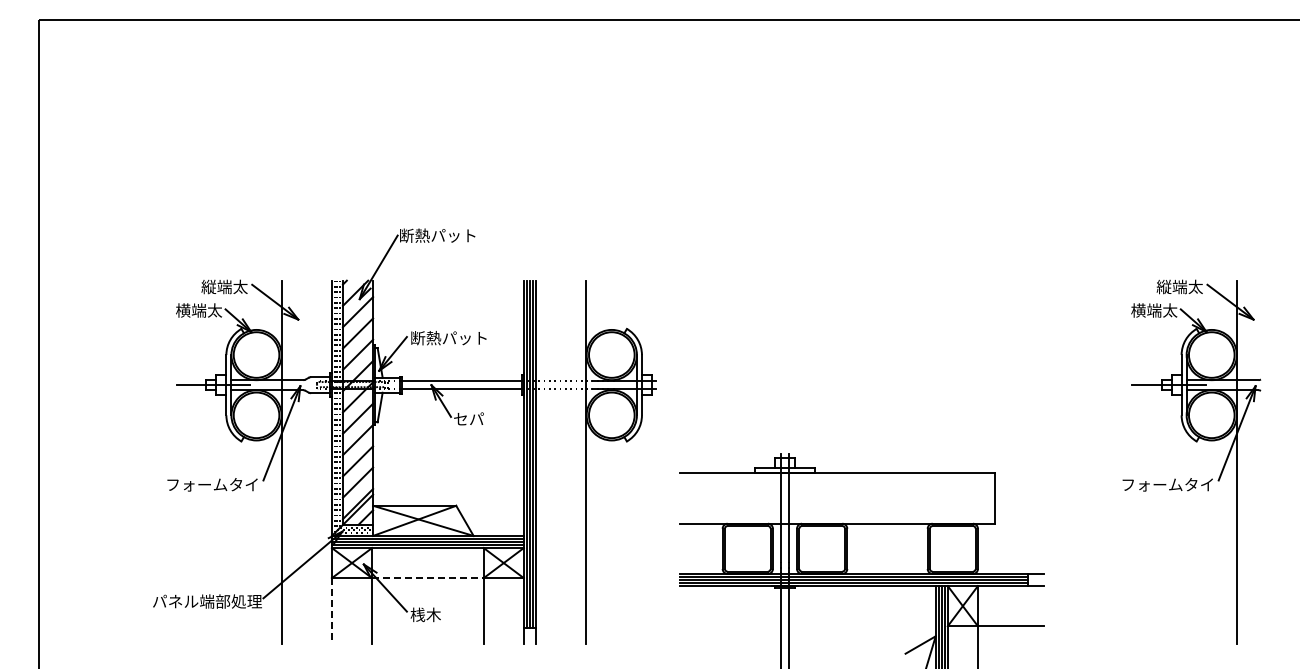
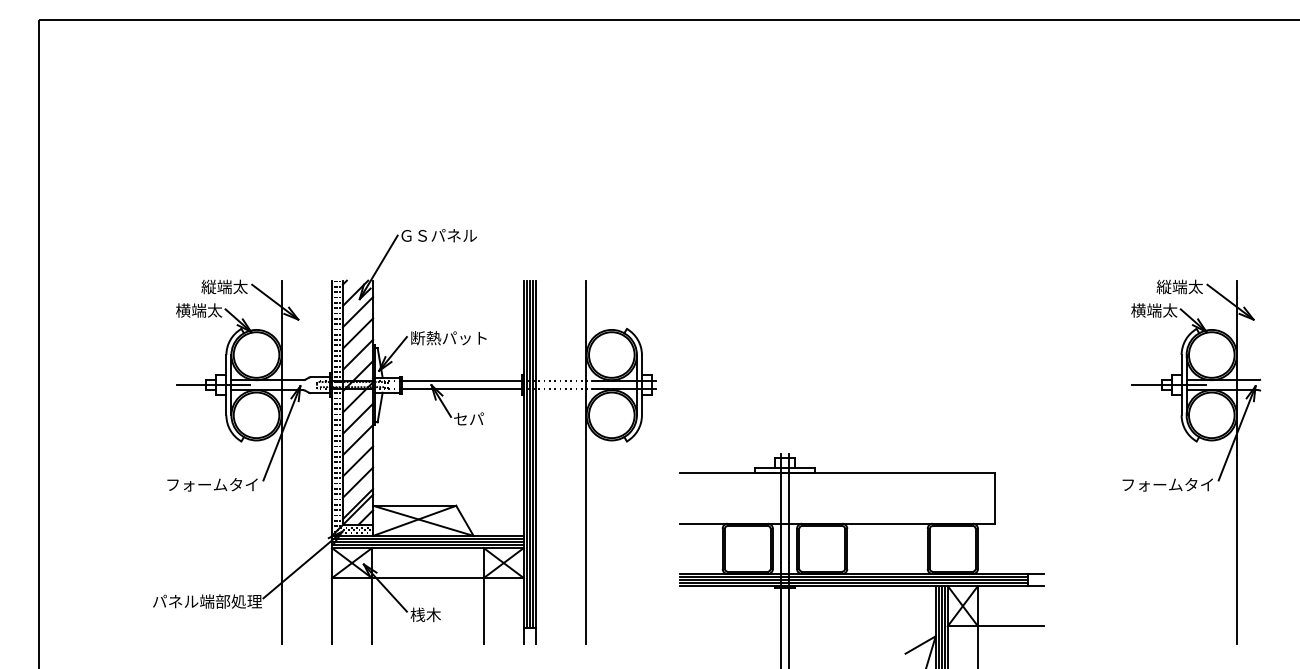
text at (438, 235): 断熱パット -> ＧＳパネル
line at (427, 578): dashed -> solid
line at (331, 611): dashed -> solid
